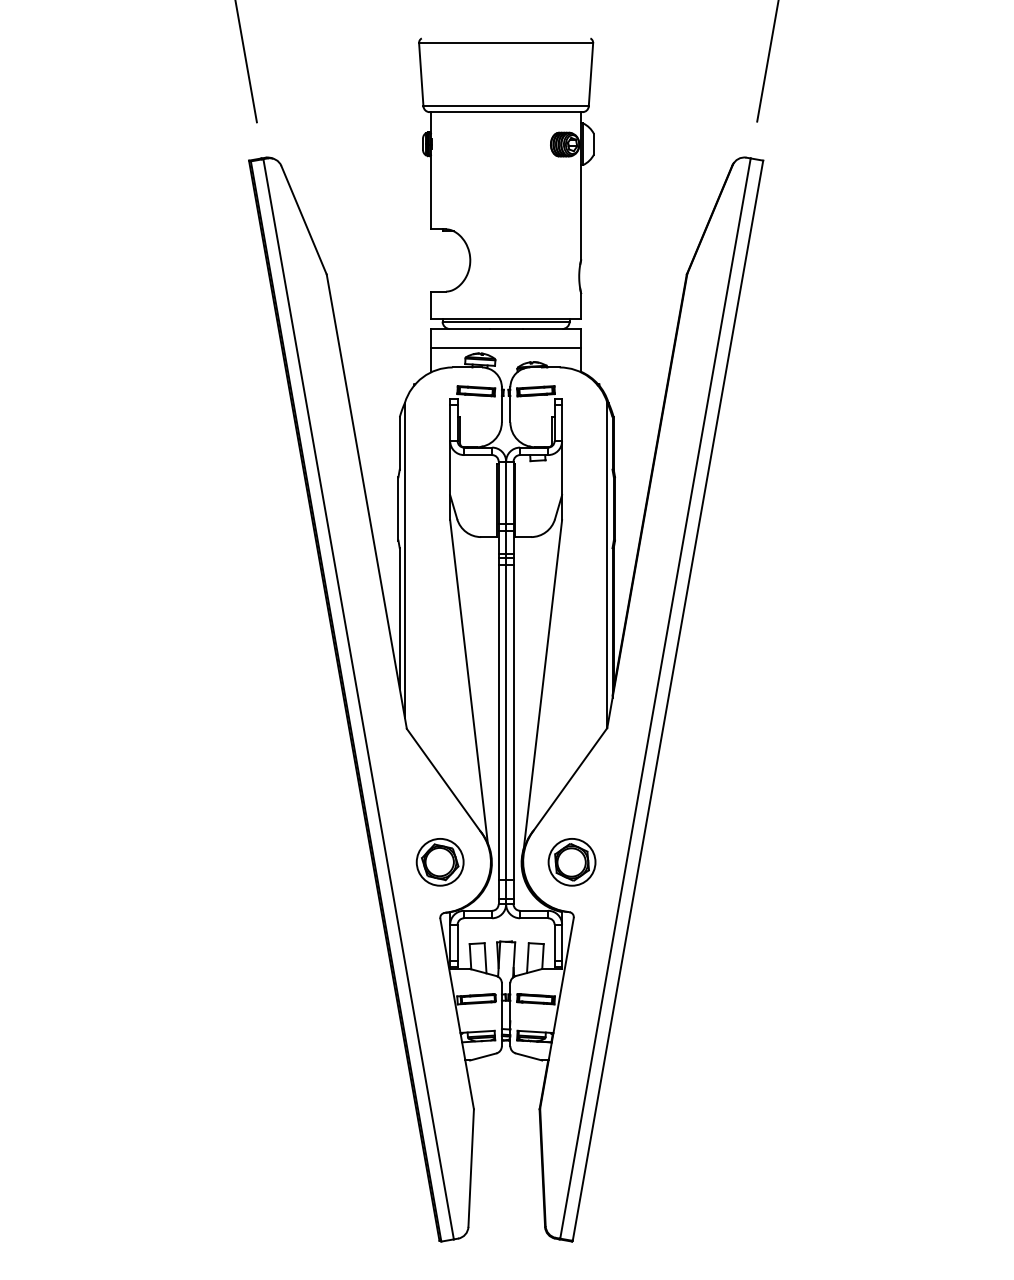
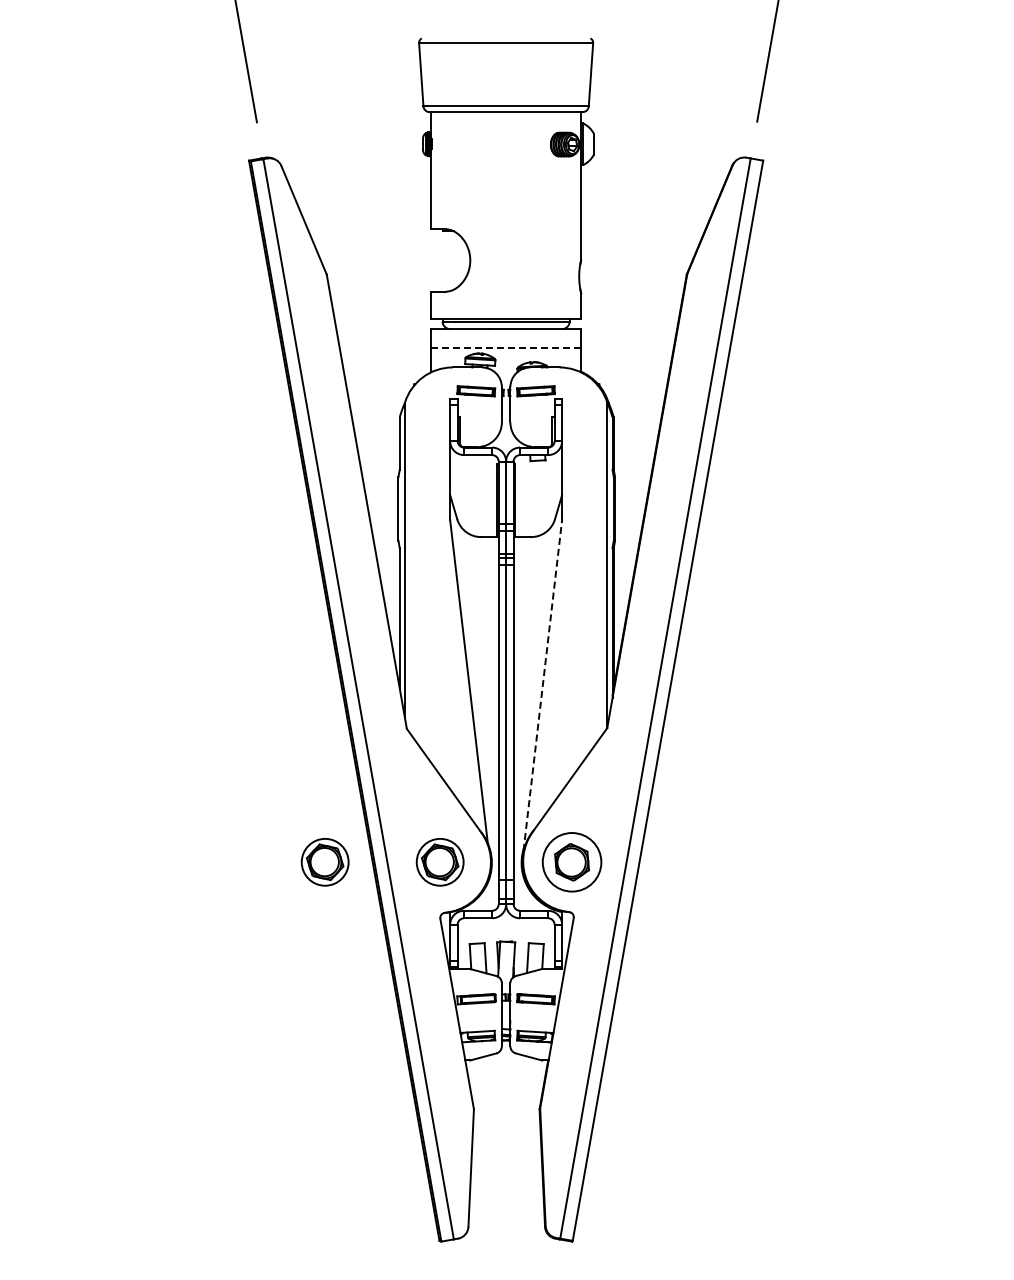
line at (506, 348): solid -> dashed
line at (542, 685): solid -> dashed
circle at (571, 861) diameter: 47 px -> 59 px
part at (324, 862): none -> present
